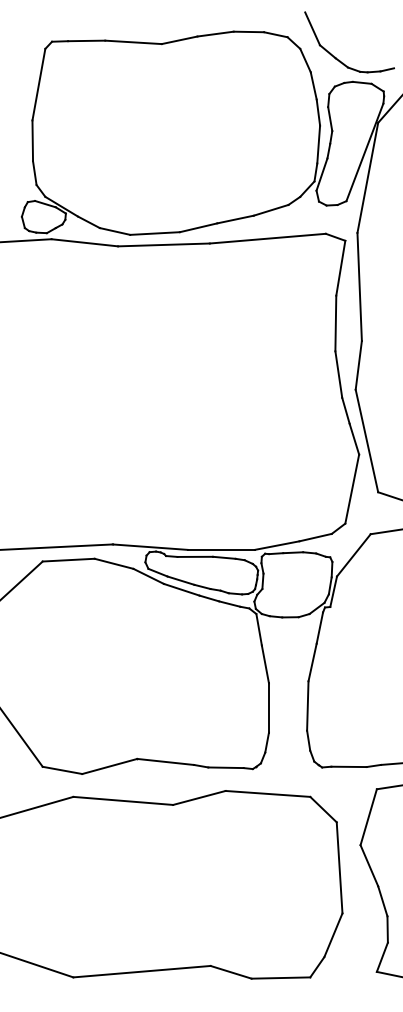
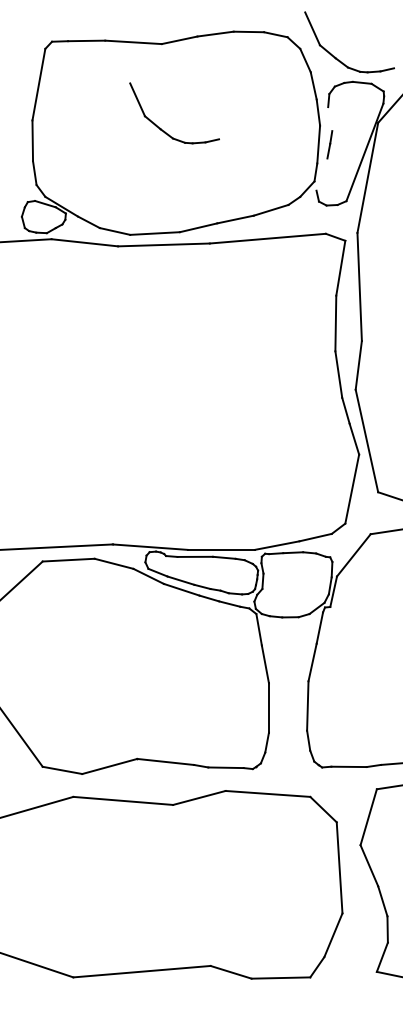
line at (330, 119): present -> none
part at (164, 130): none -> present
line at (321, 174): present -> none
